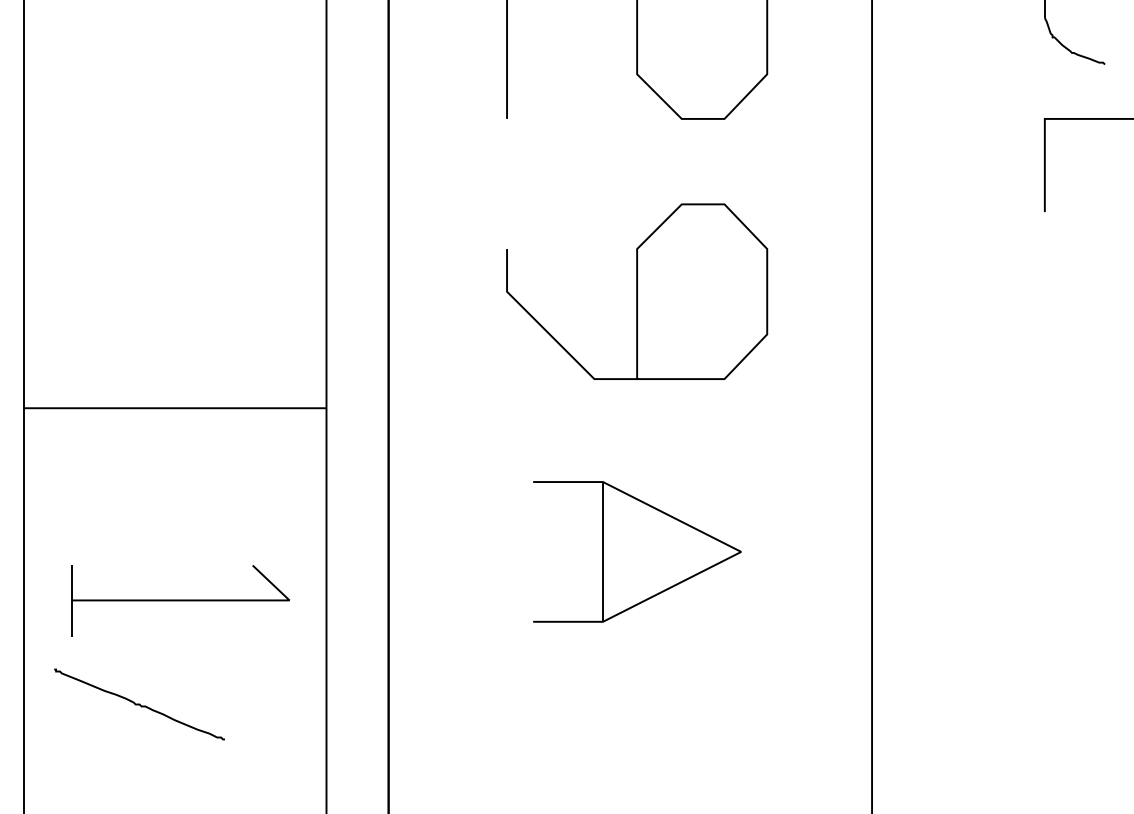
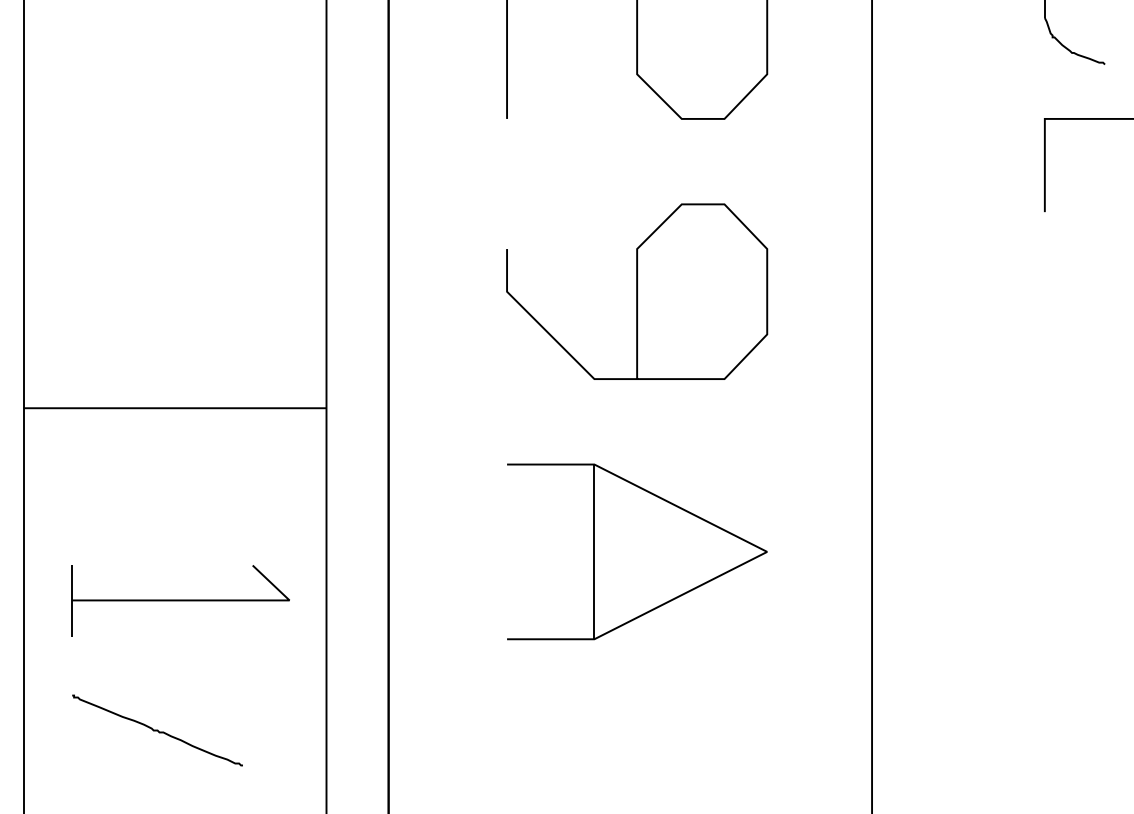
part at (637, 551) size: 209x142 px -> 261x178 px
curve at (139, 704) position: (139, 704) -> (157, 730)
